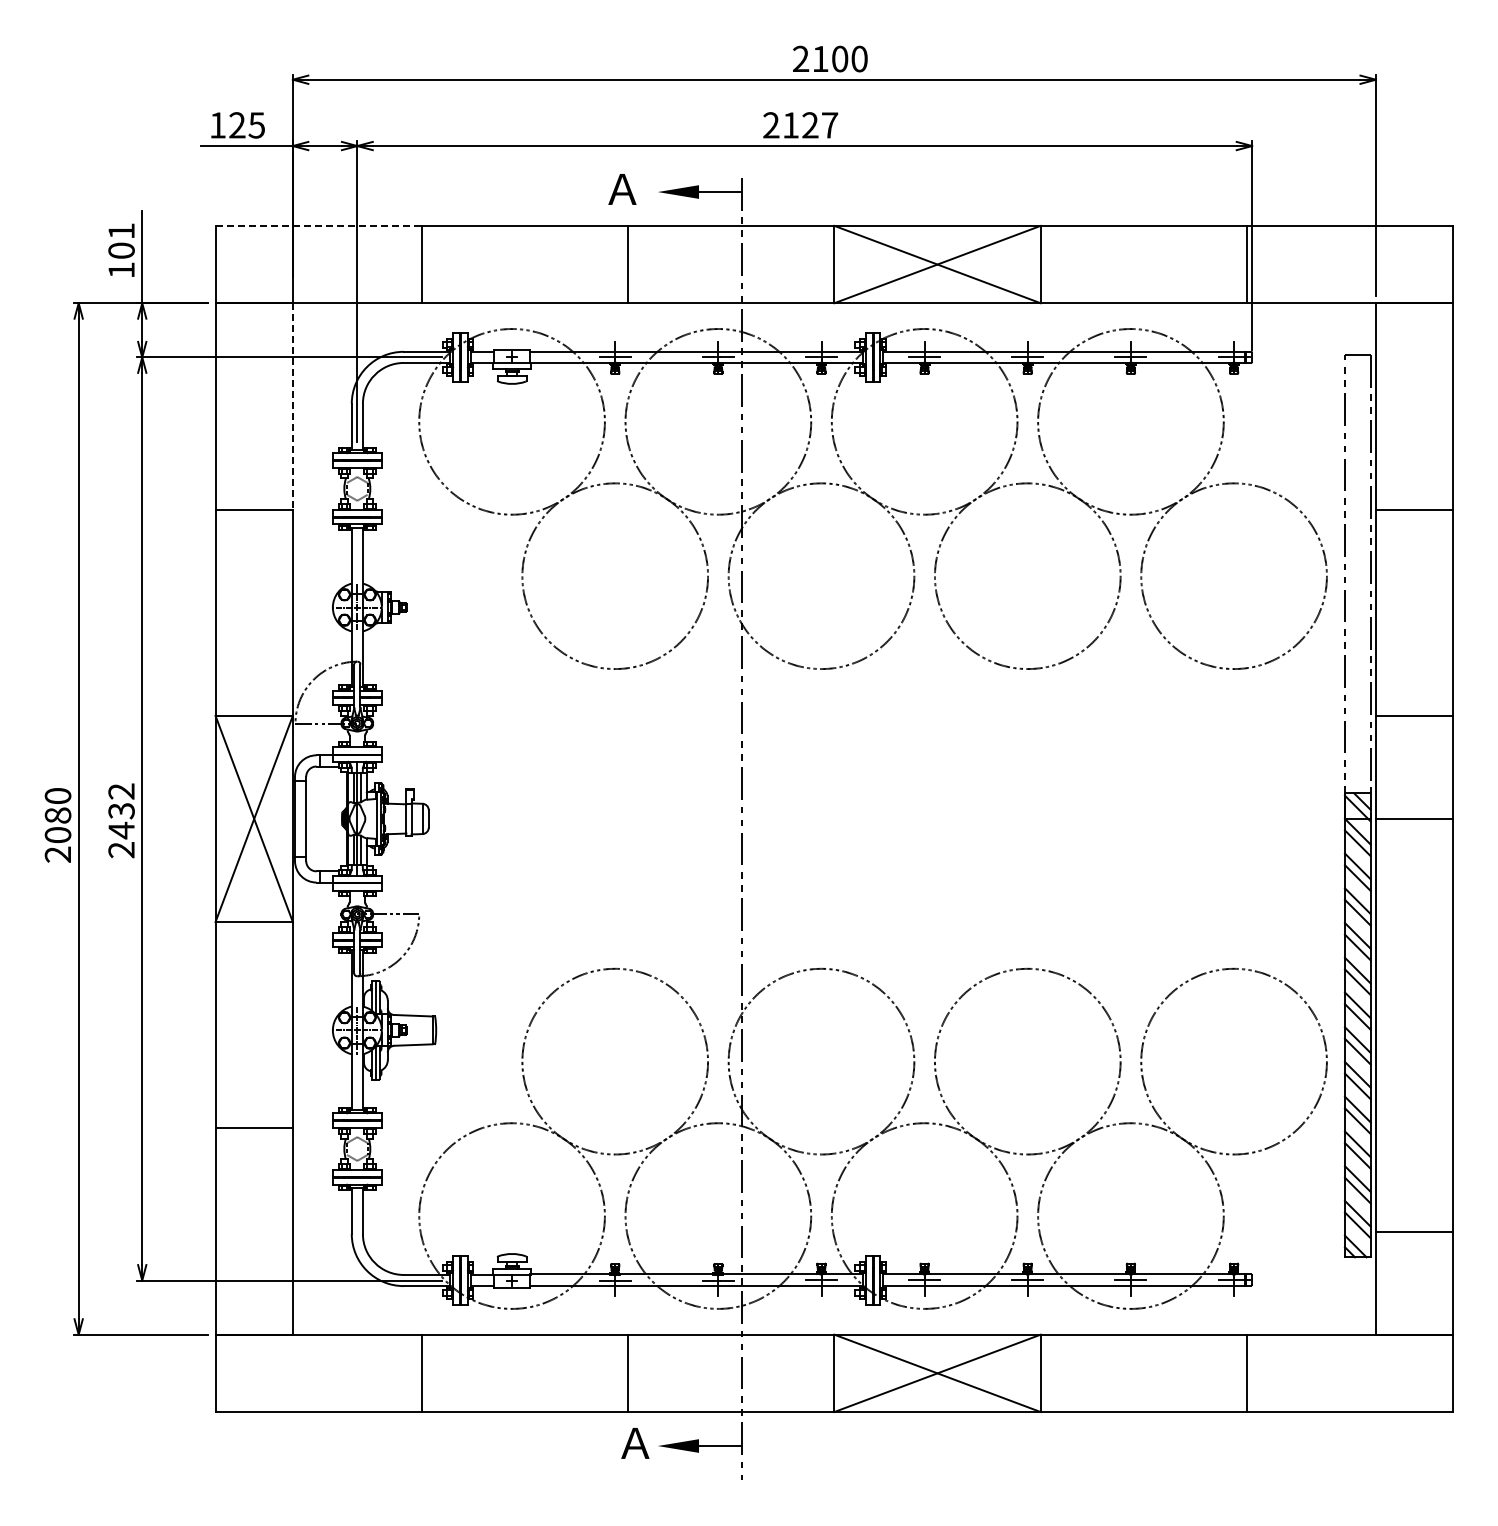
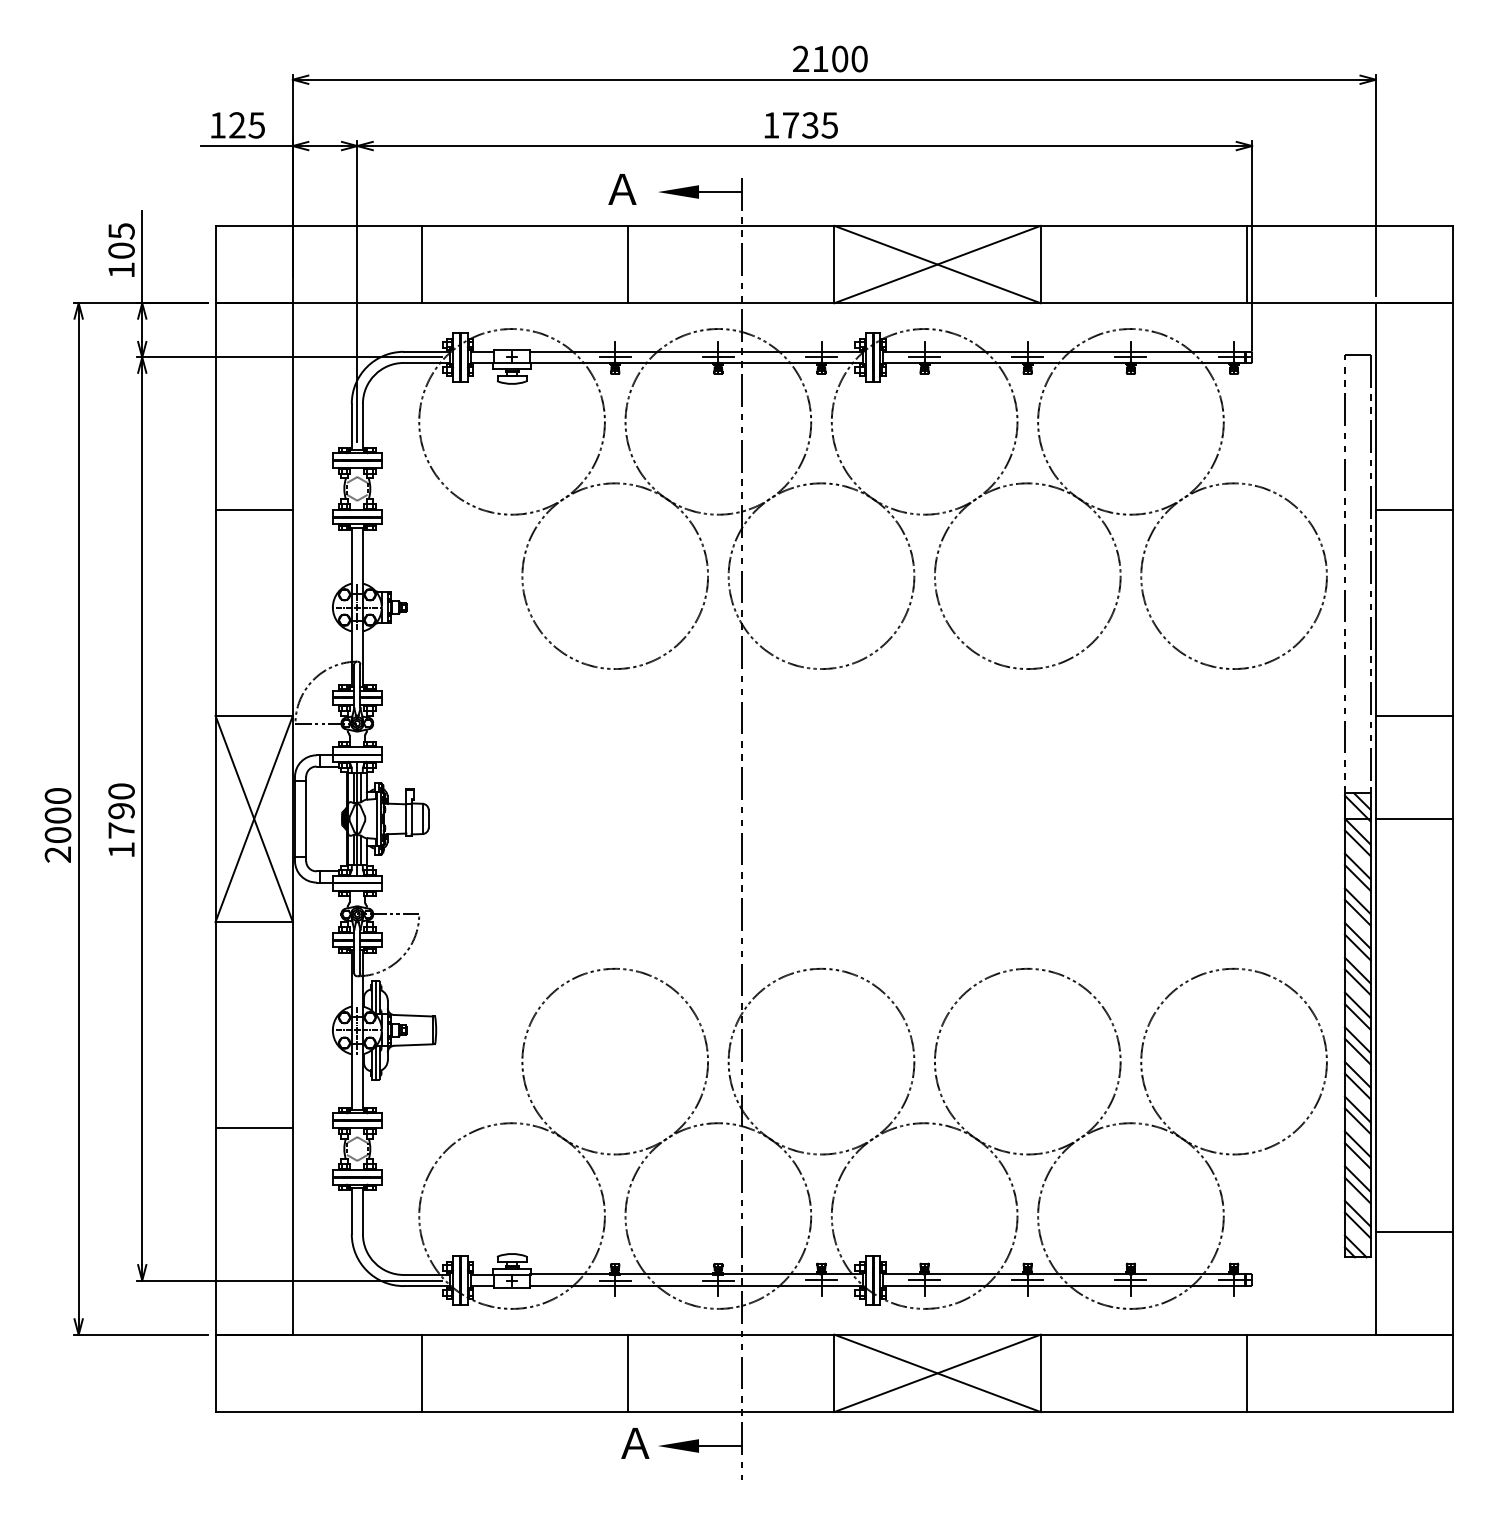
text at (800, 125): 2127 -> 1735
line at (319, 225): dashed -> solid
text at (121, 231): 101 -> 105
line at (292, 406): dashed -> solid
text at (58, 815): 2080 -> 2000
text at (121, 820): 2432 -> 1790
